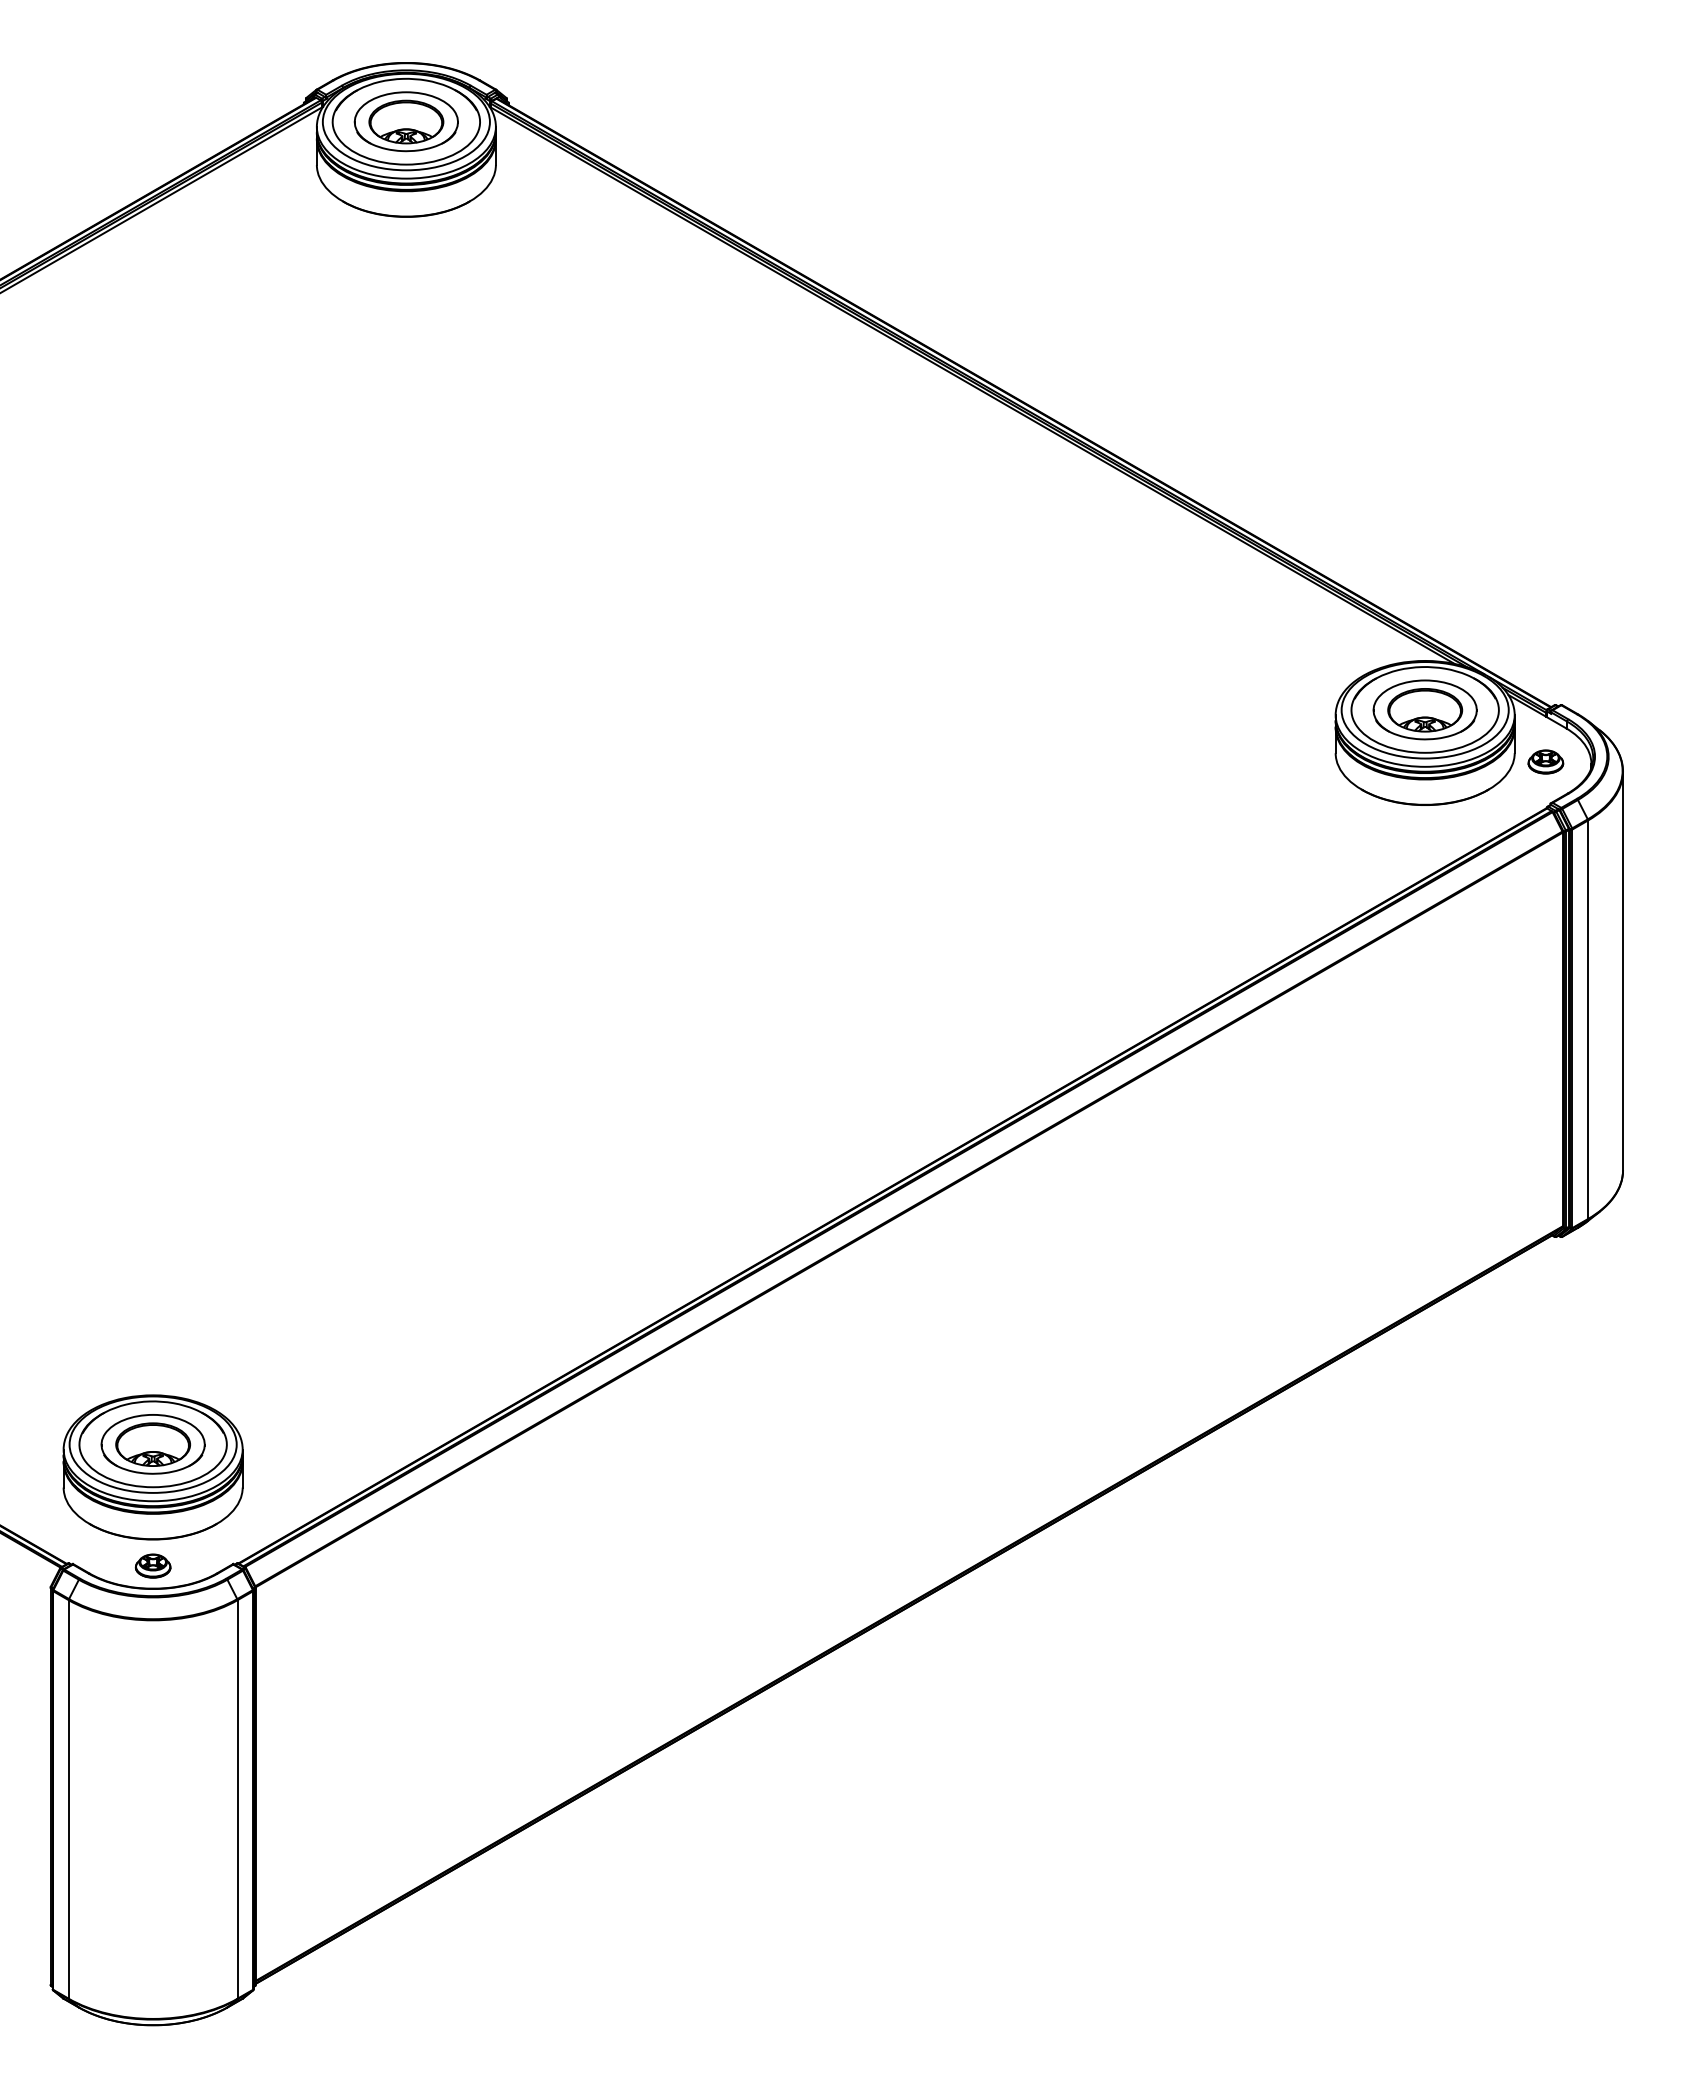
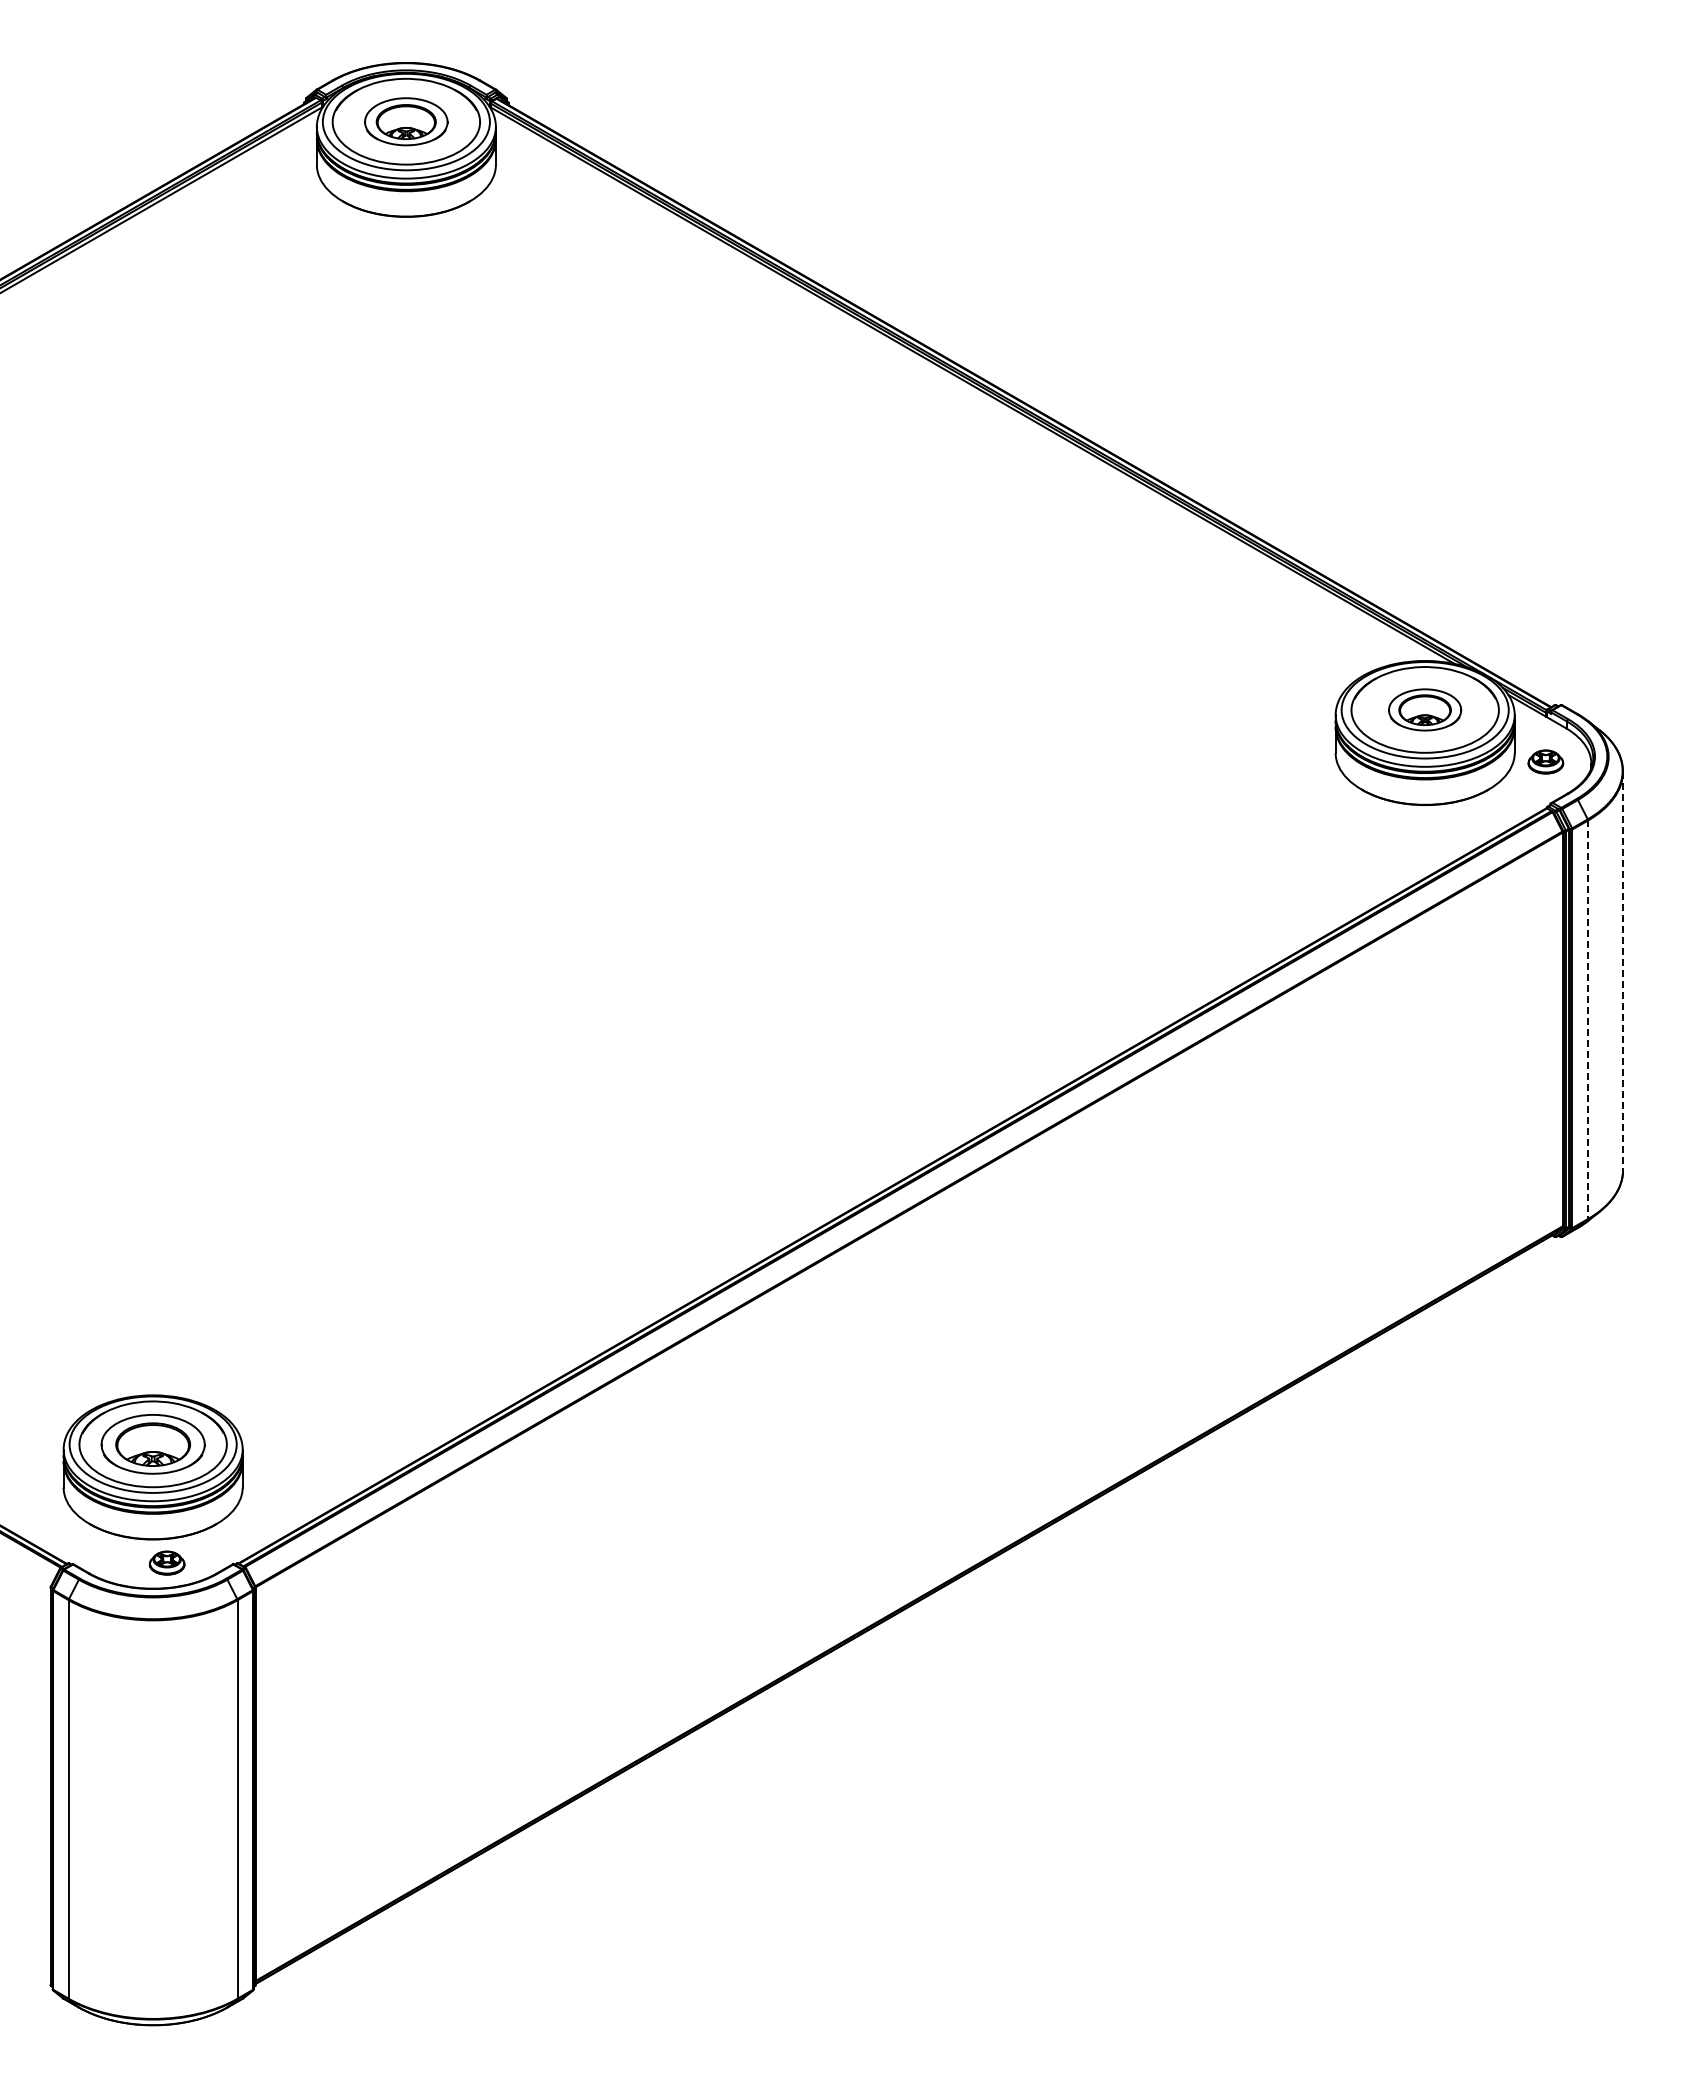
part at (405, 121) size: 106x62 px -> 85x50 px
part at (1424, 709) size: 106x62 px -> 75x44 px
line at (1623, 971): solid -> dashed
line at (1588, 1020): solid -> dashed
part at (152, 1565) position: (152, 1565) -> (166, 1562)
